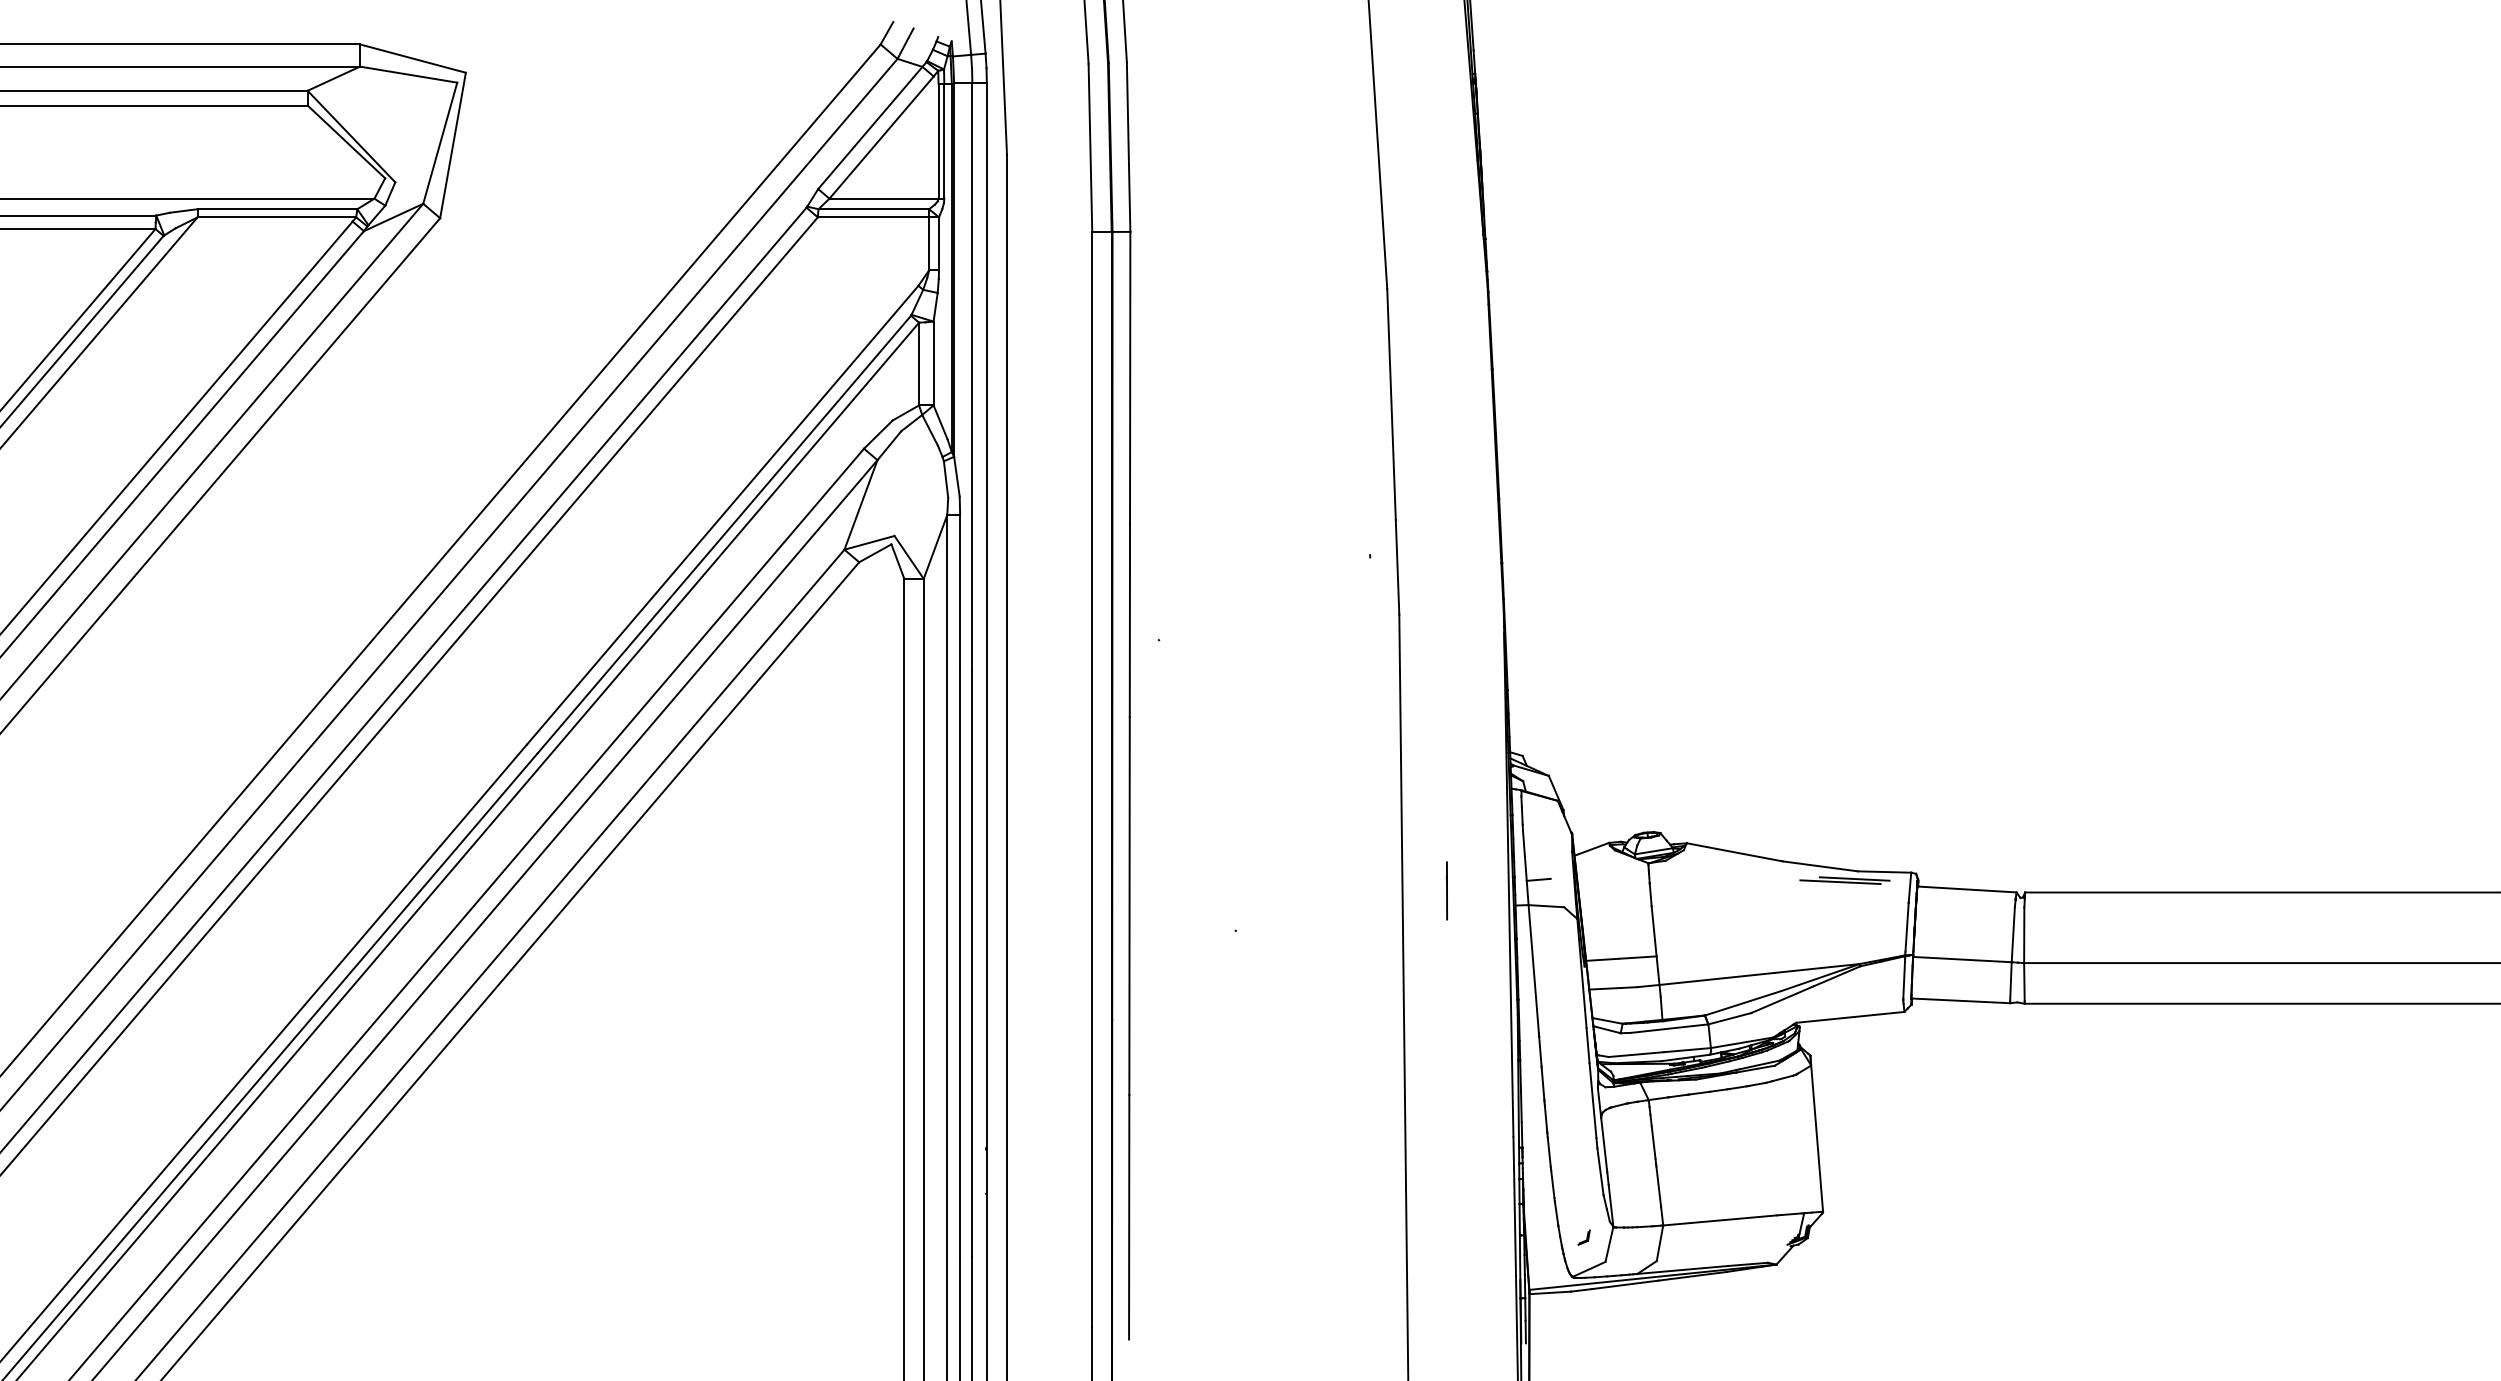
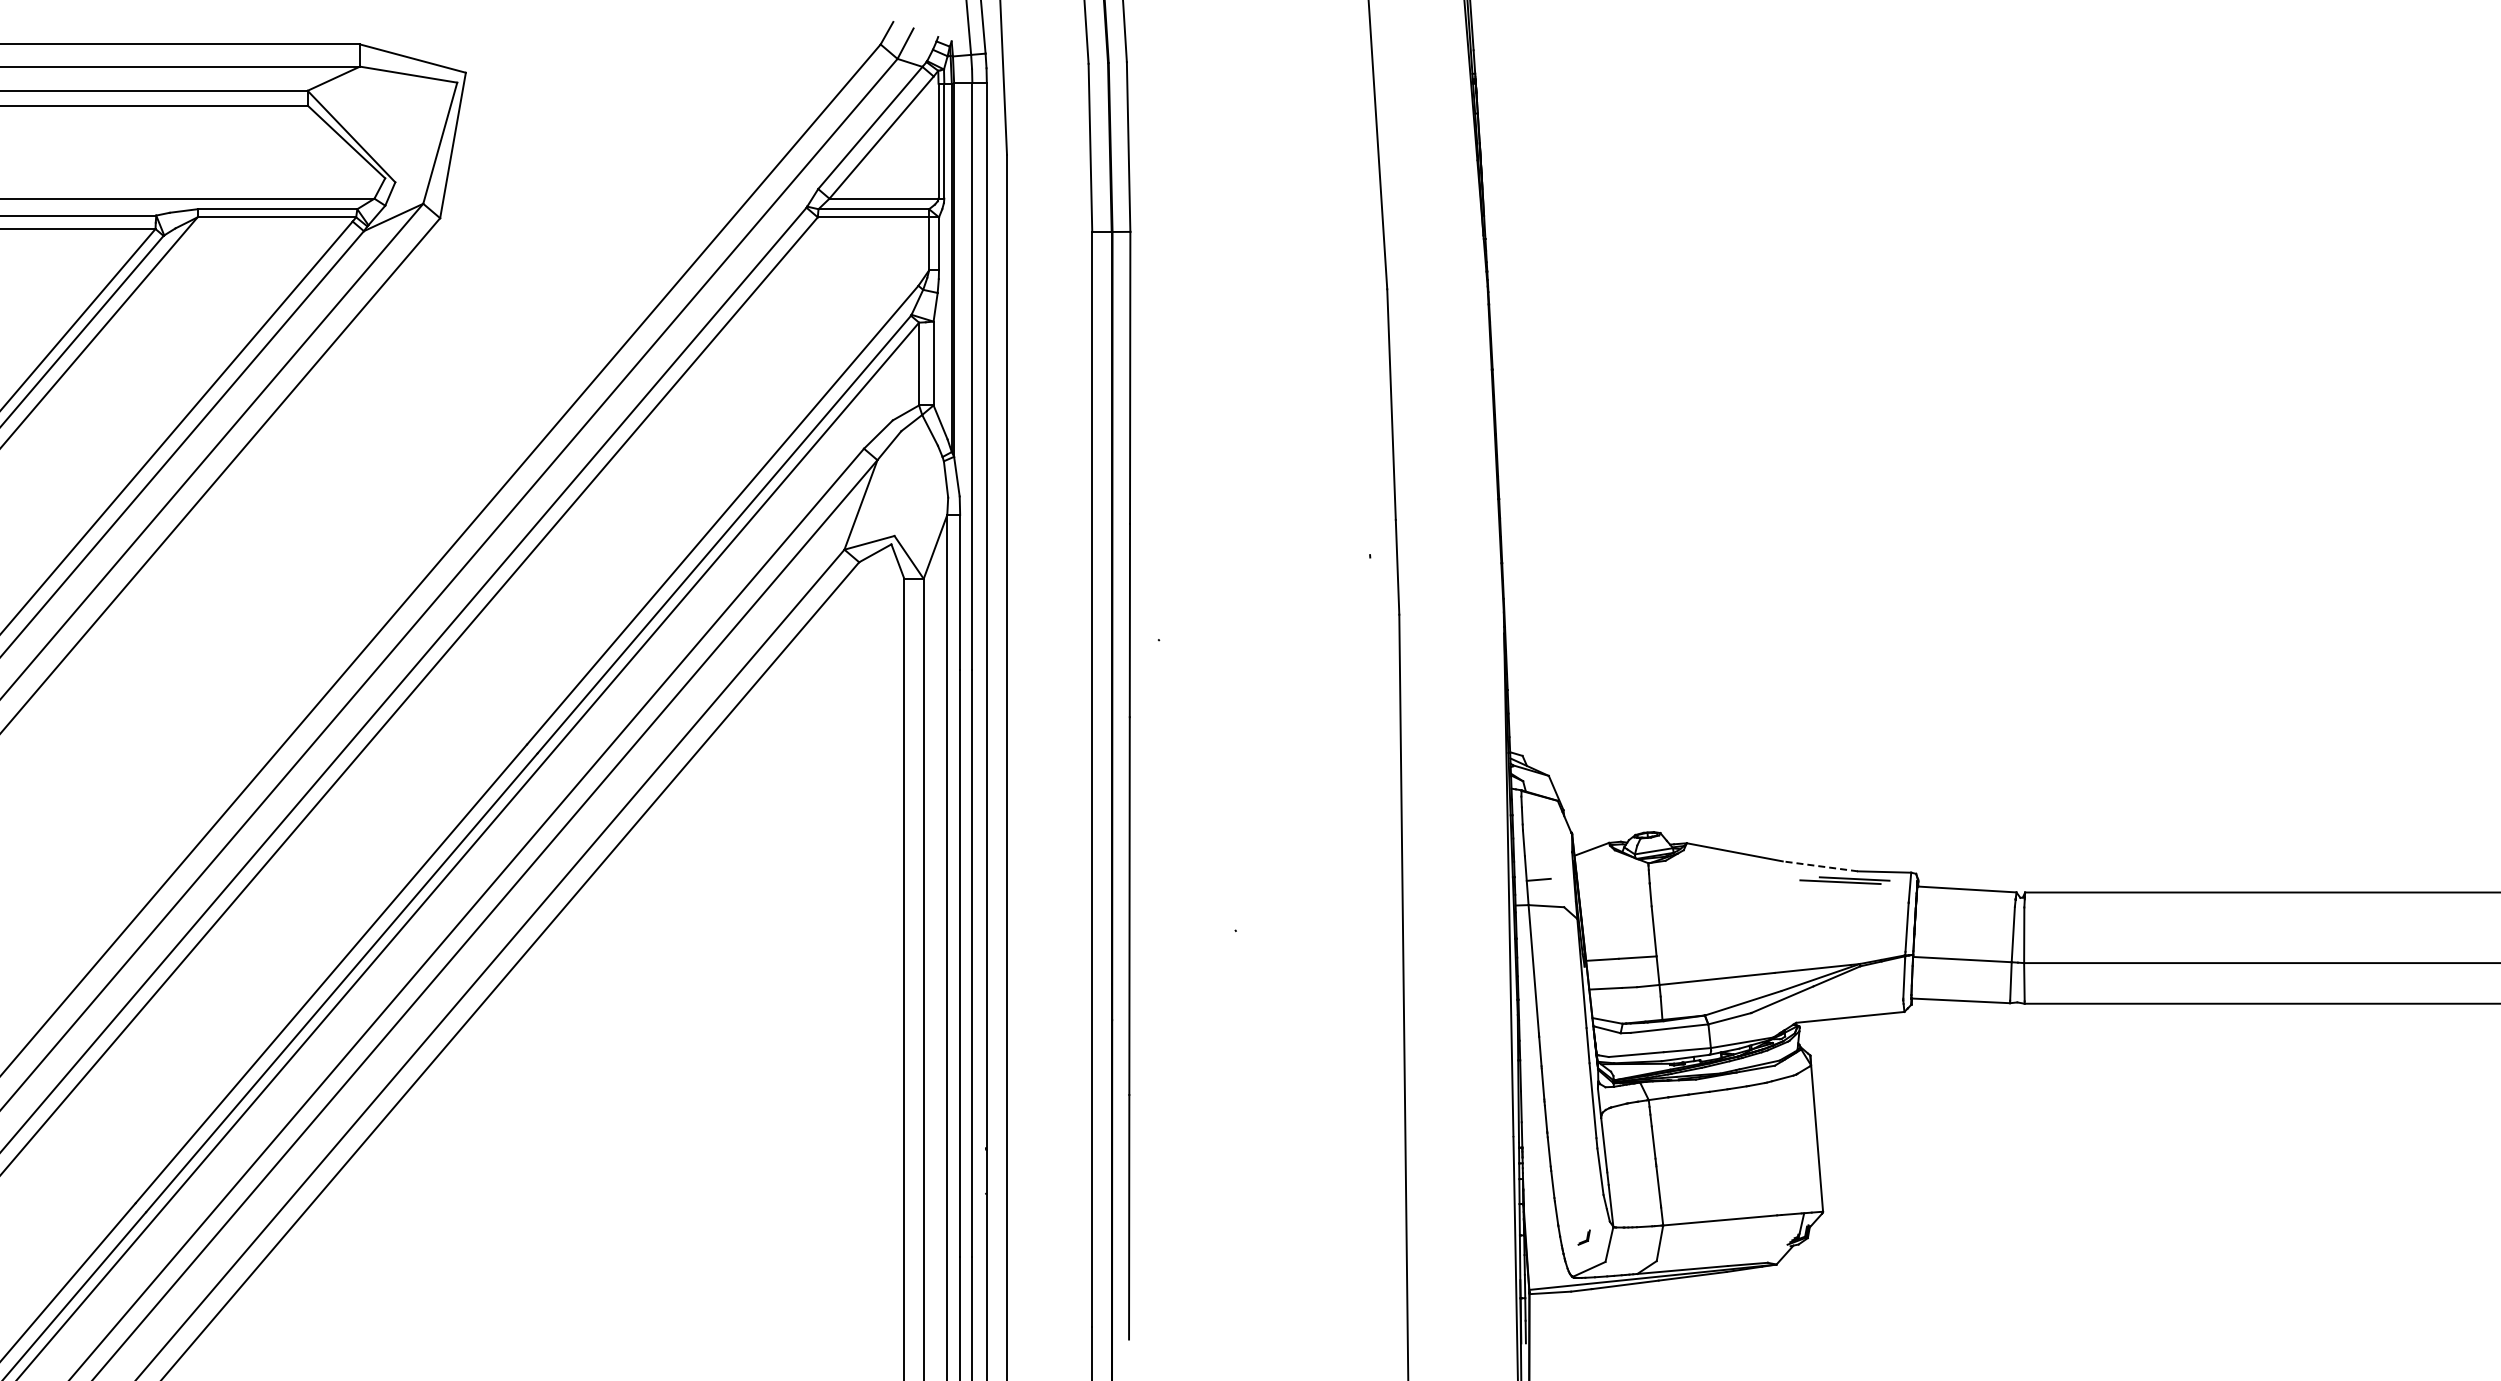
line at (1820, 866): solid -> dashed
line at (1446, 890): present -> none
